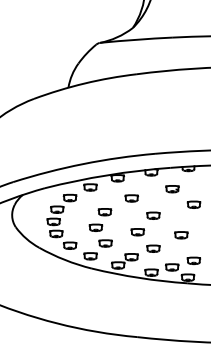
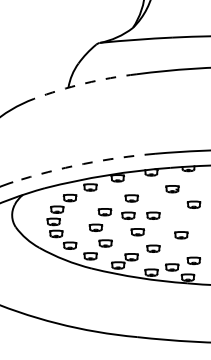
arc at (84, 83): solid -> dashed
arc at (83, 164): solid -> dashed
part at (128, 215): none -> present
